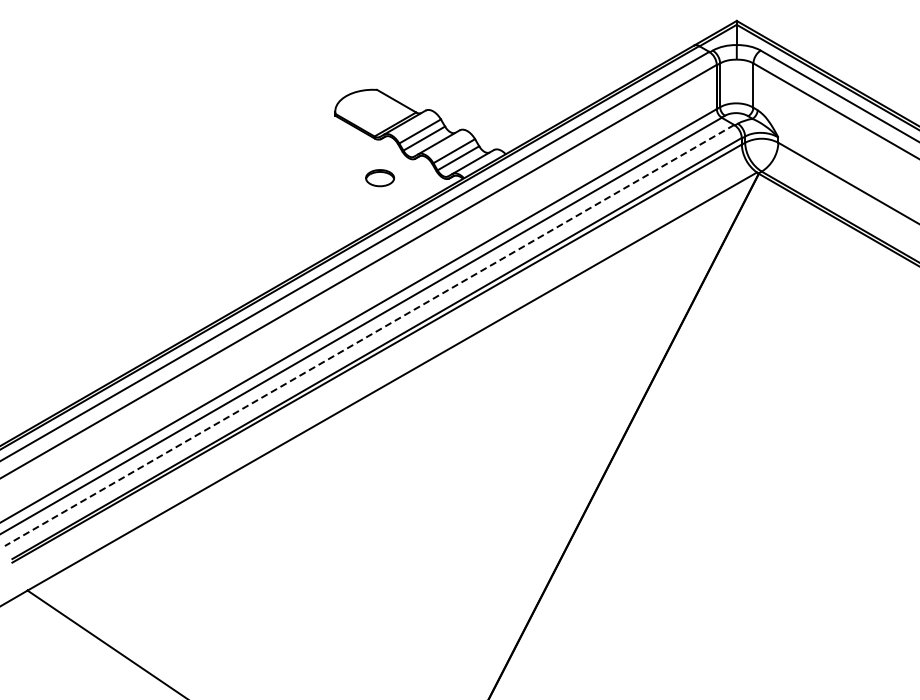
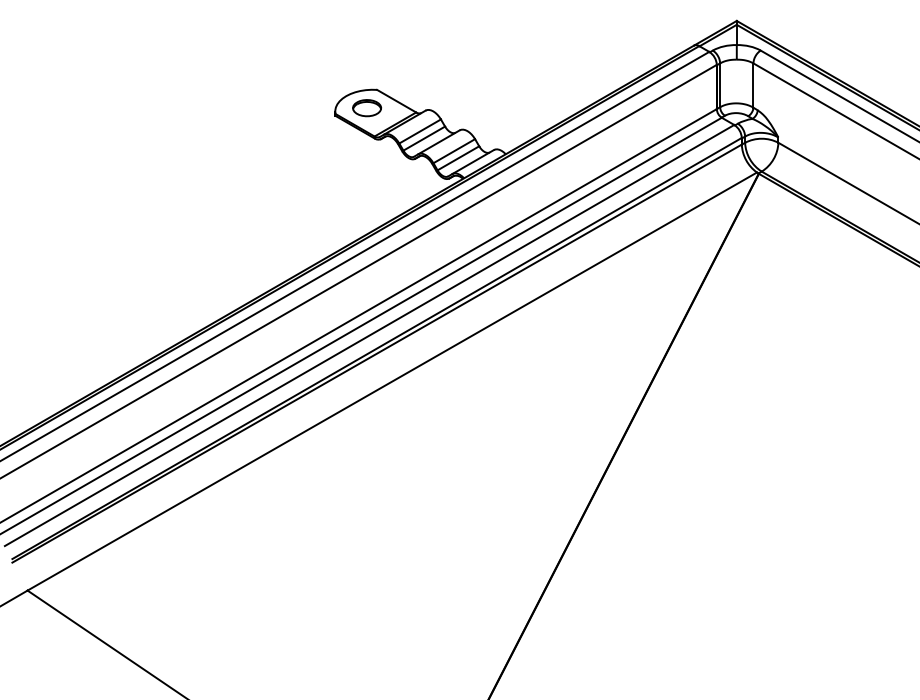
part at (379, 178) position: (379, 178) -> (366, 108)
line at (369, 335): dashed -> solid
